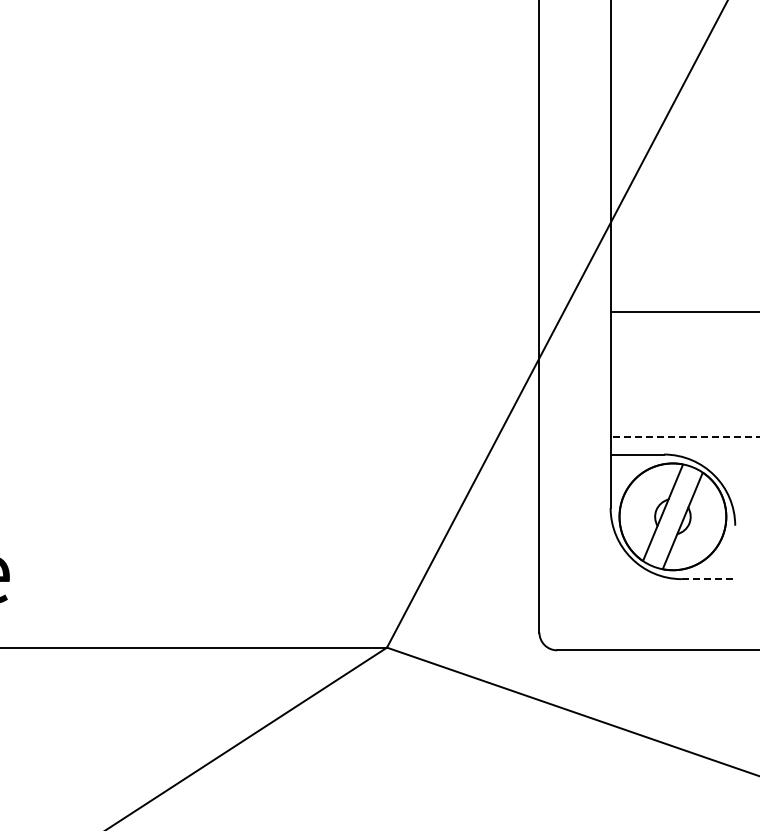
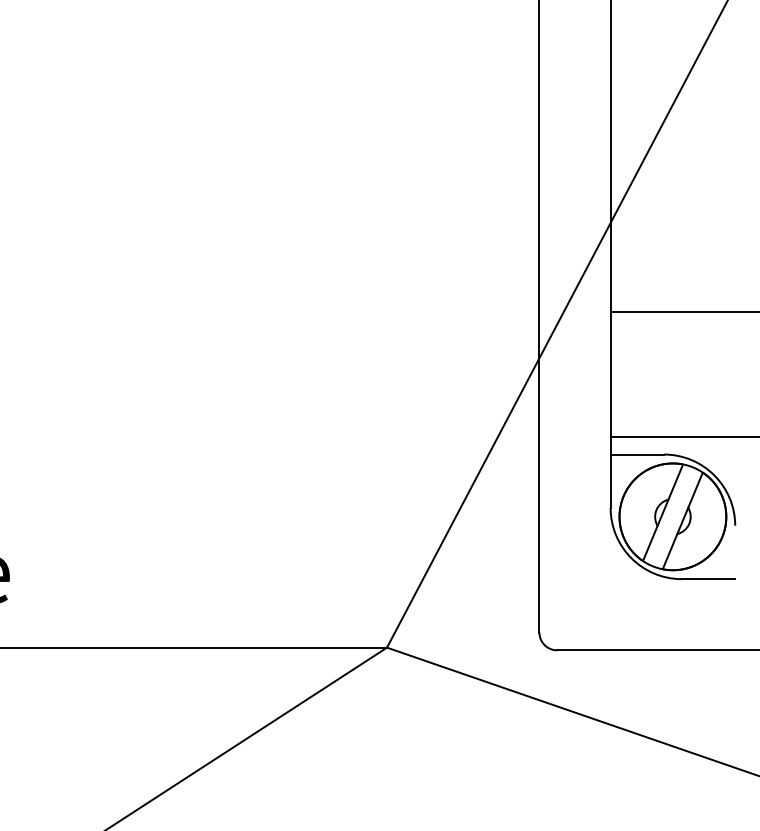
line at (684, 436): dashed -> solid
line at (708, 579): dashed -> solid
